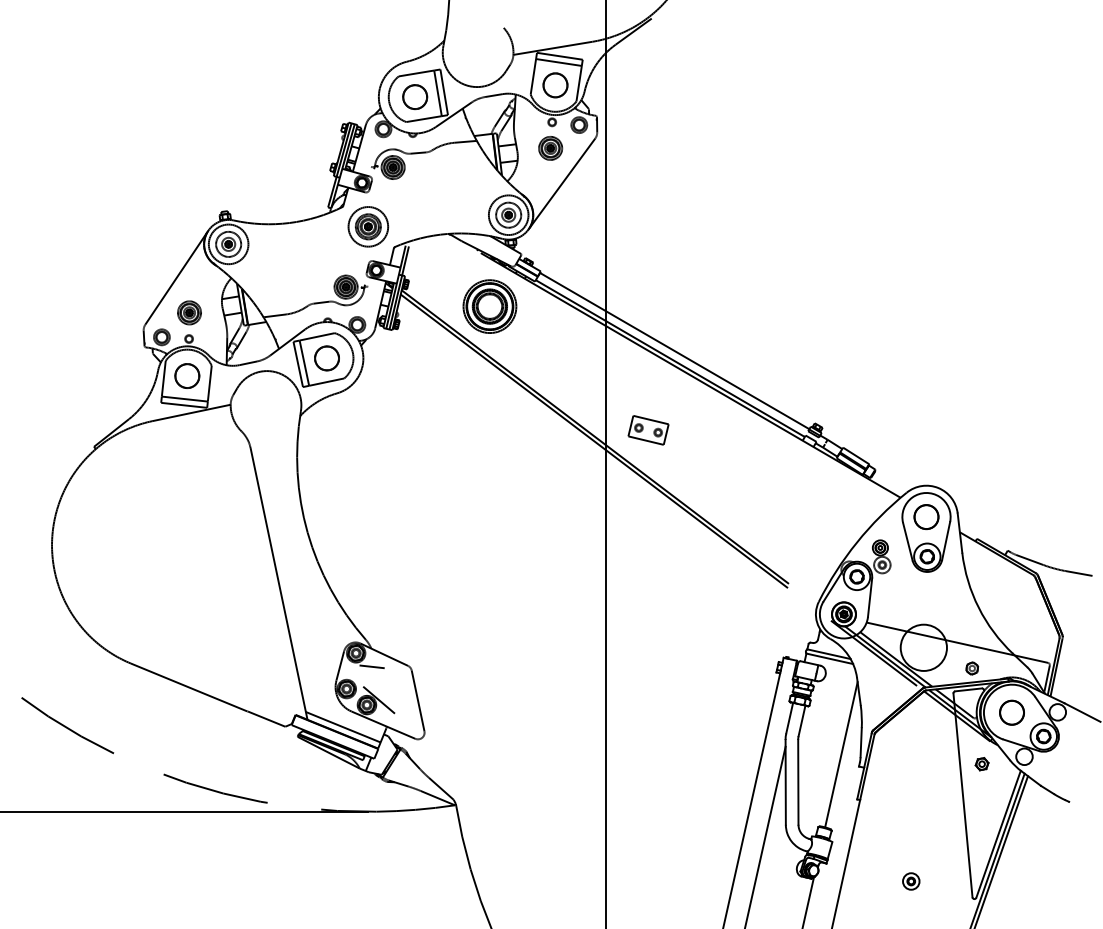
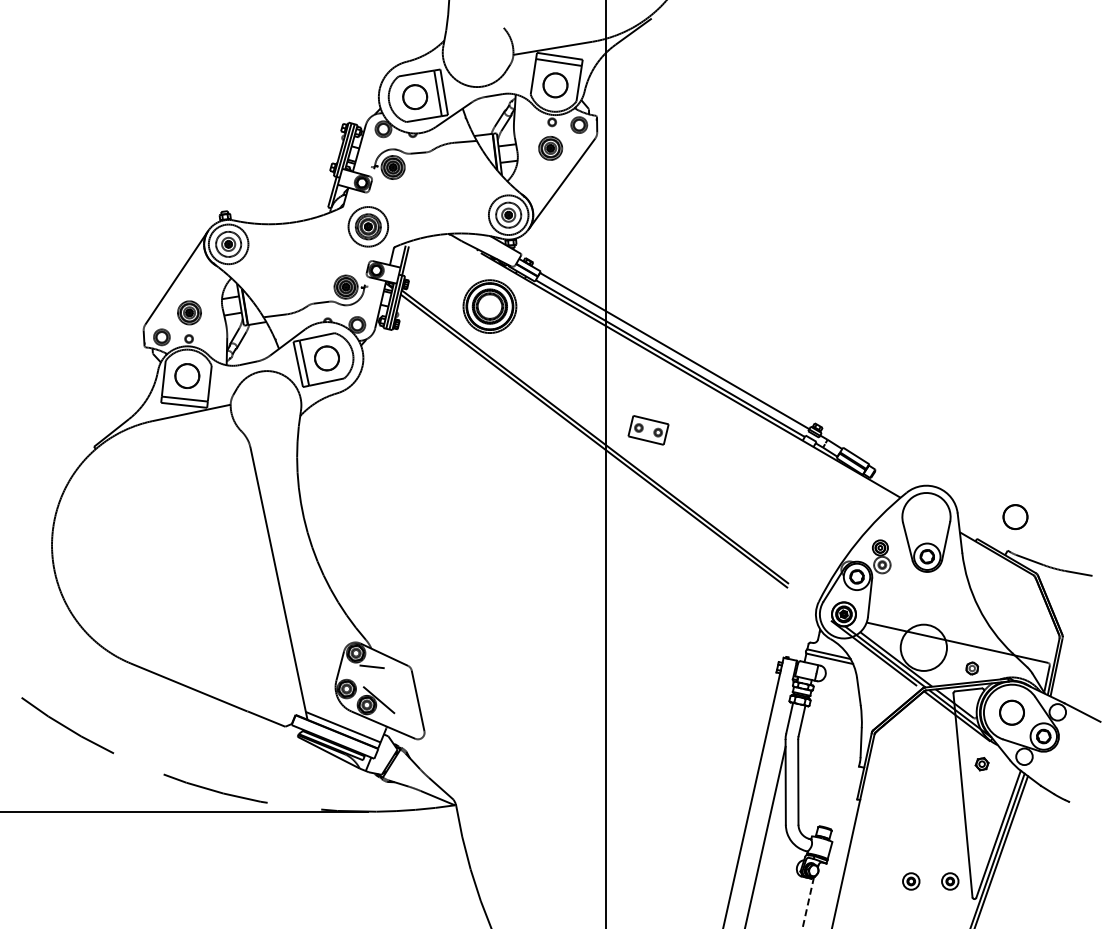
circle at (926, 517) position: (926, 517) -> (1015, 517)
line at (841, 754): present -> none
part at (950, 881): none -> present
line at (808, 903): solid -> dashed
